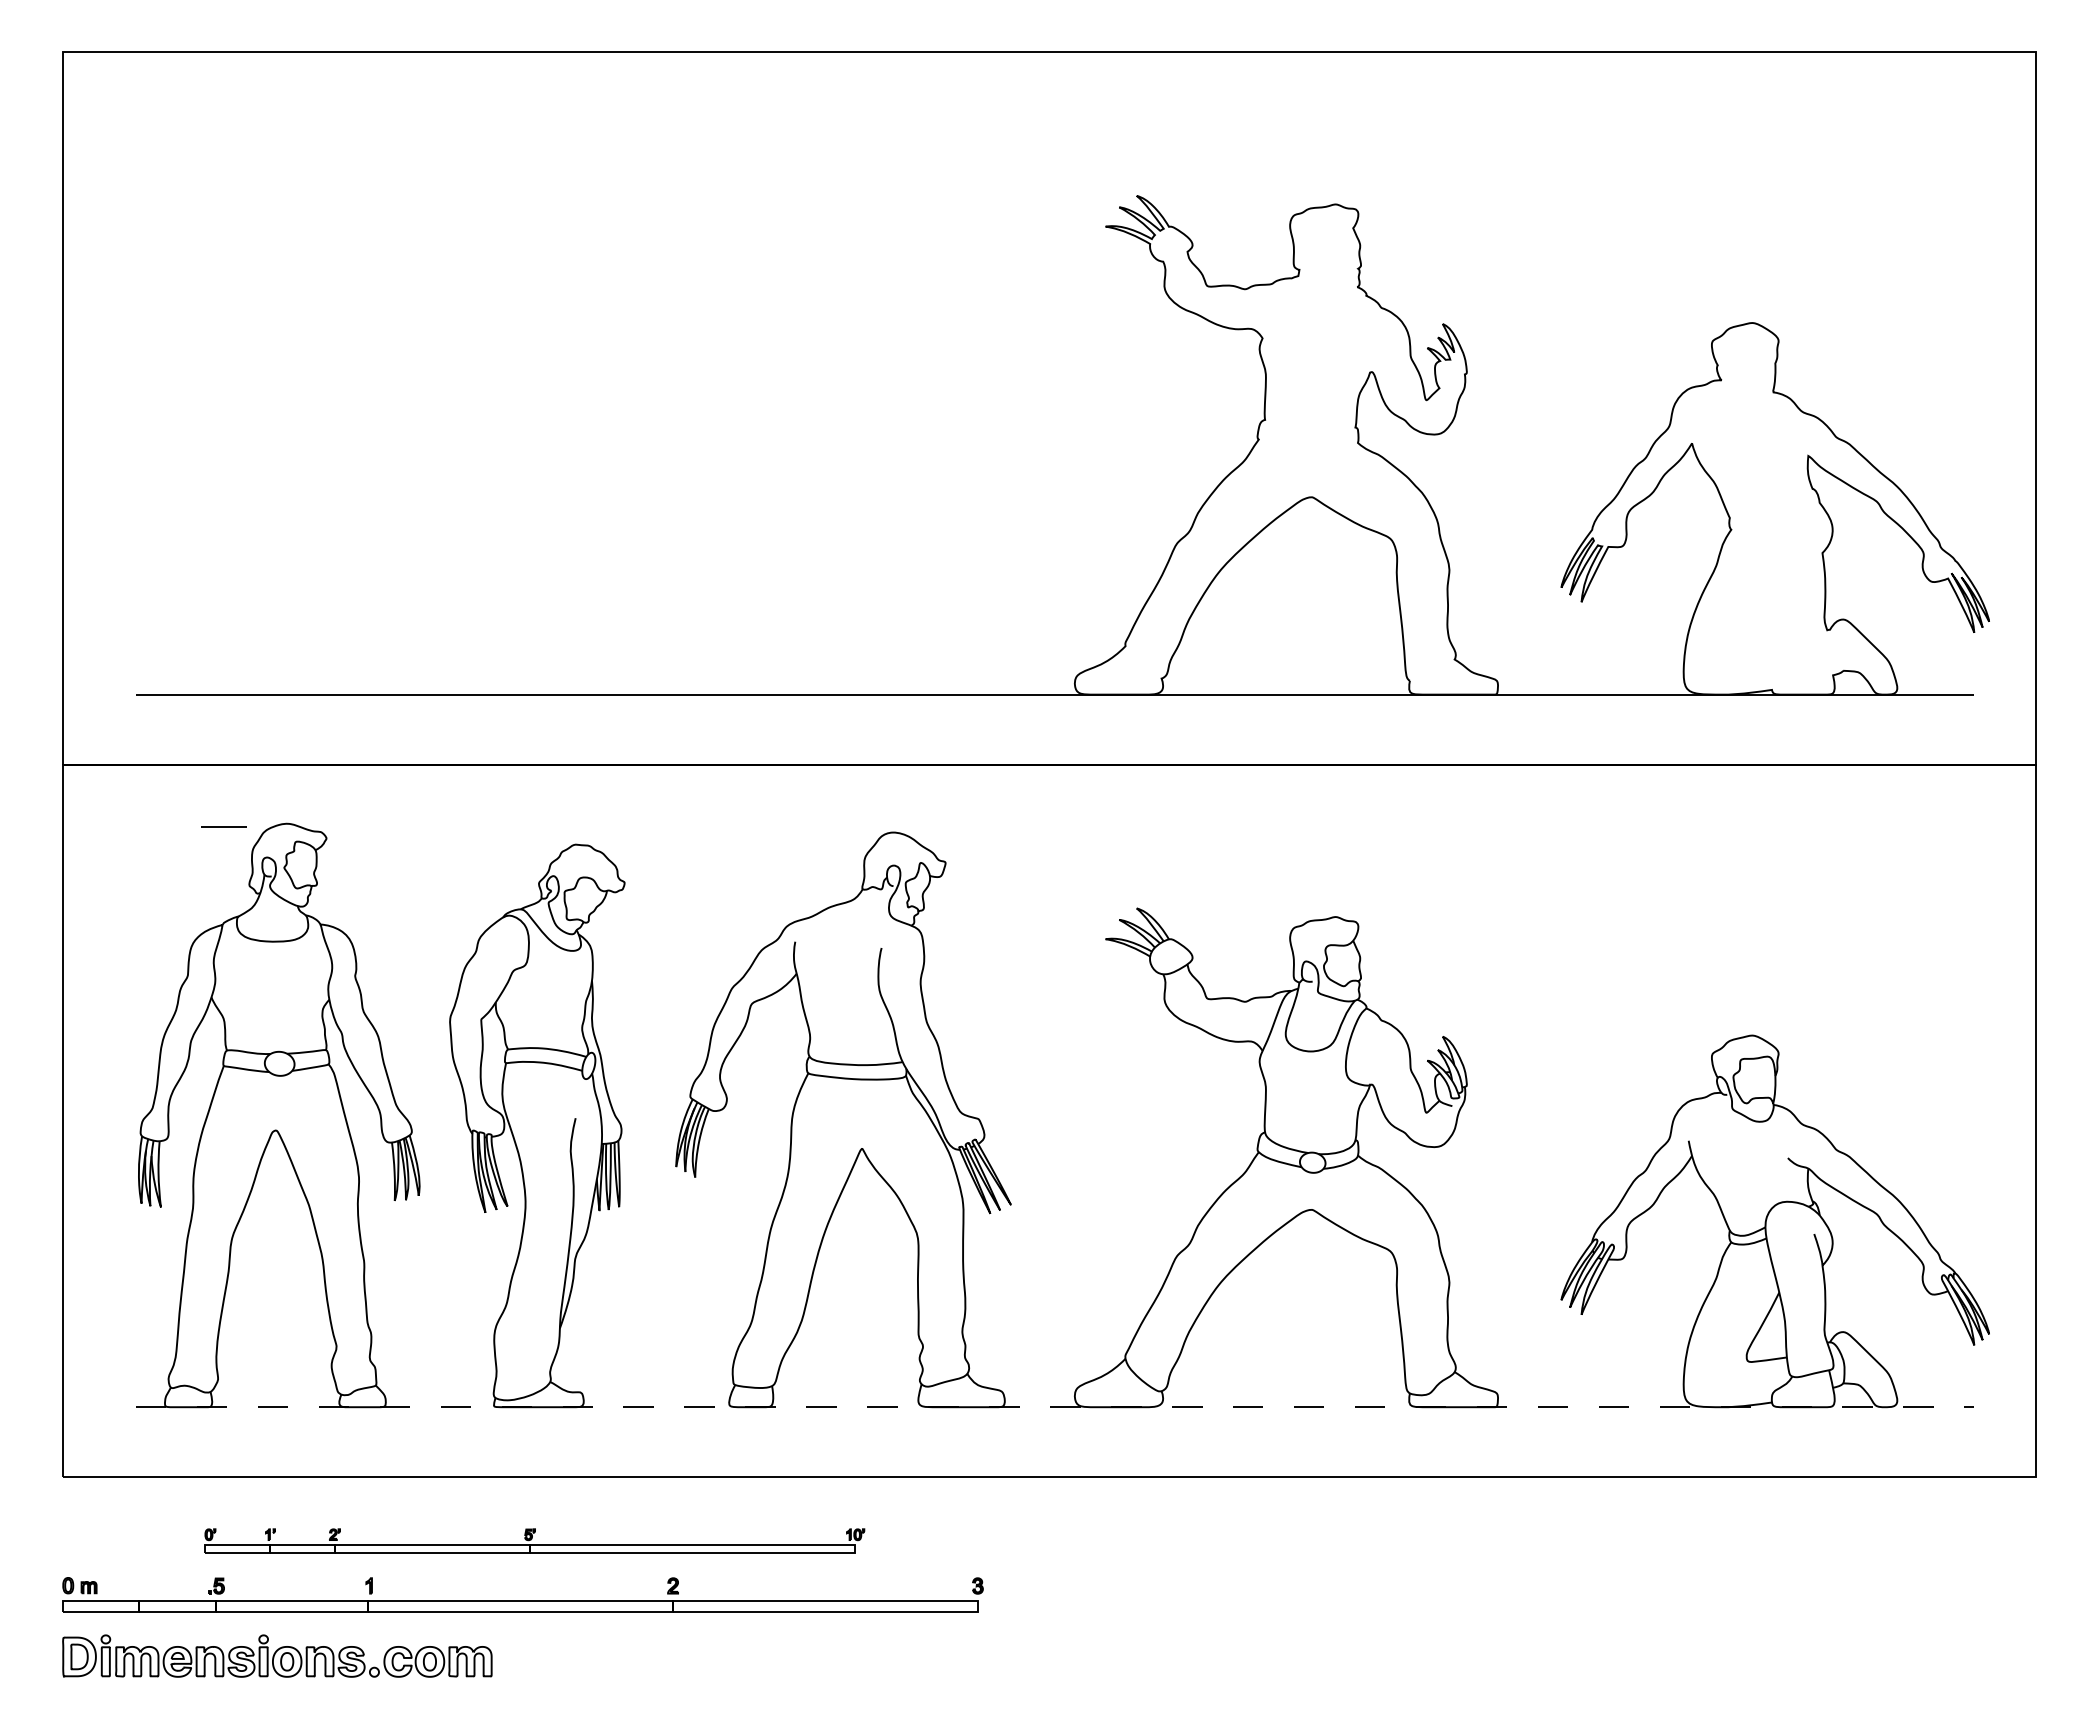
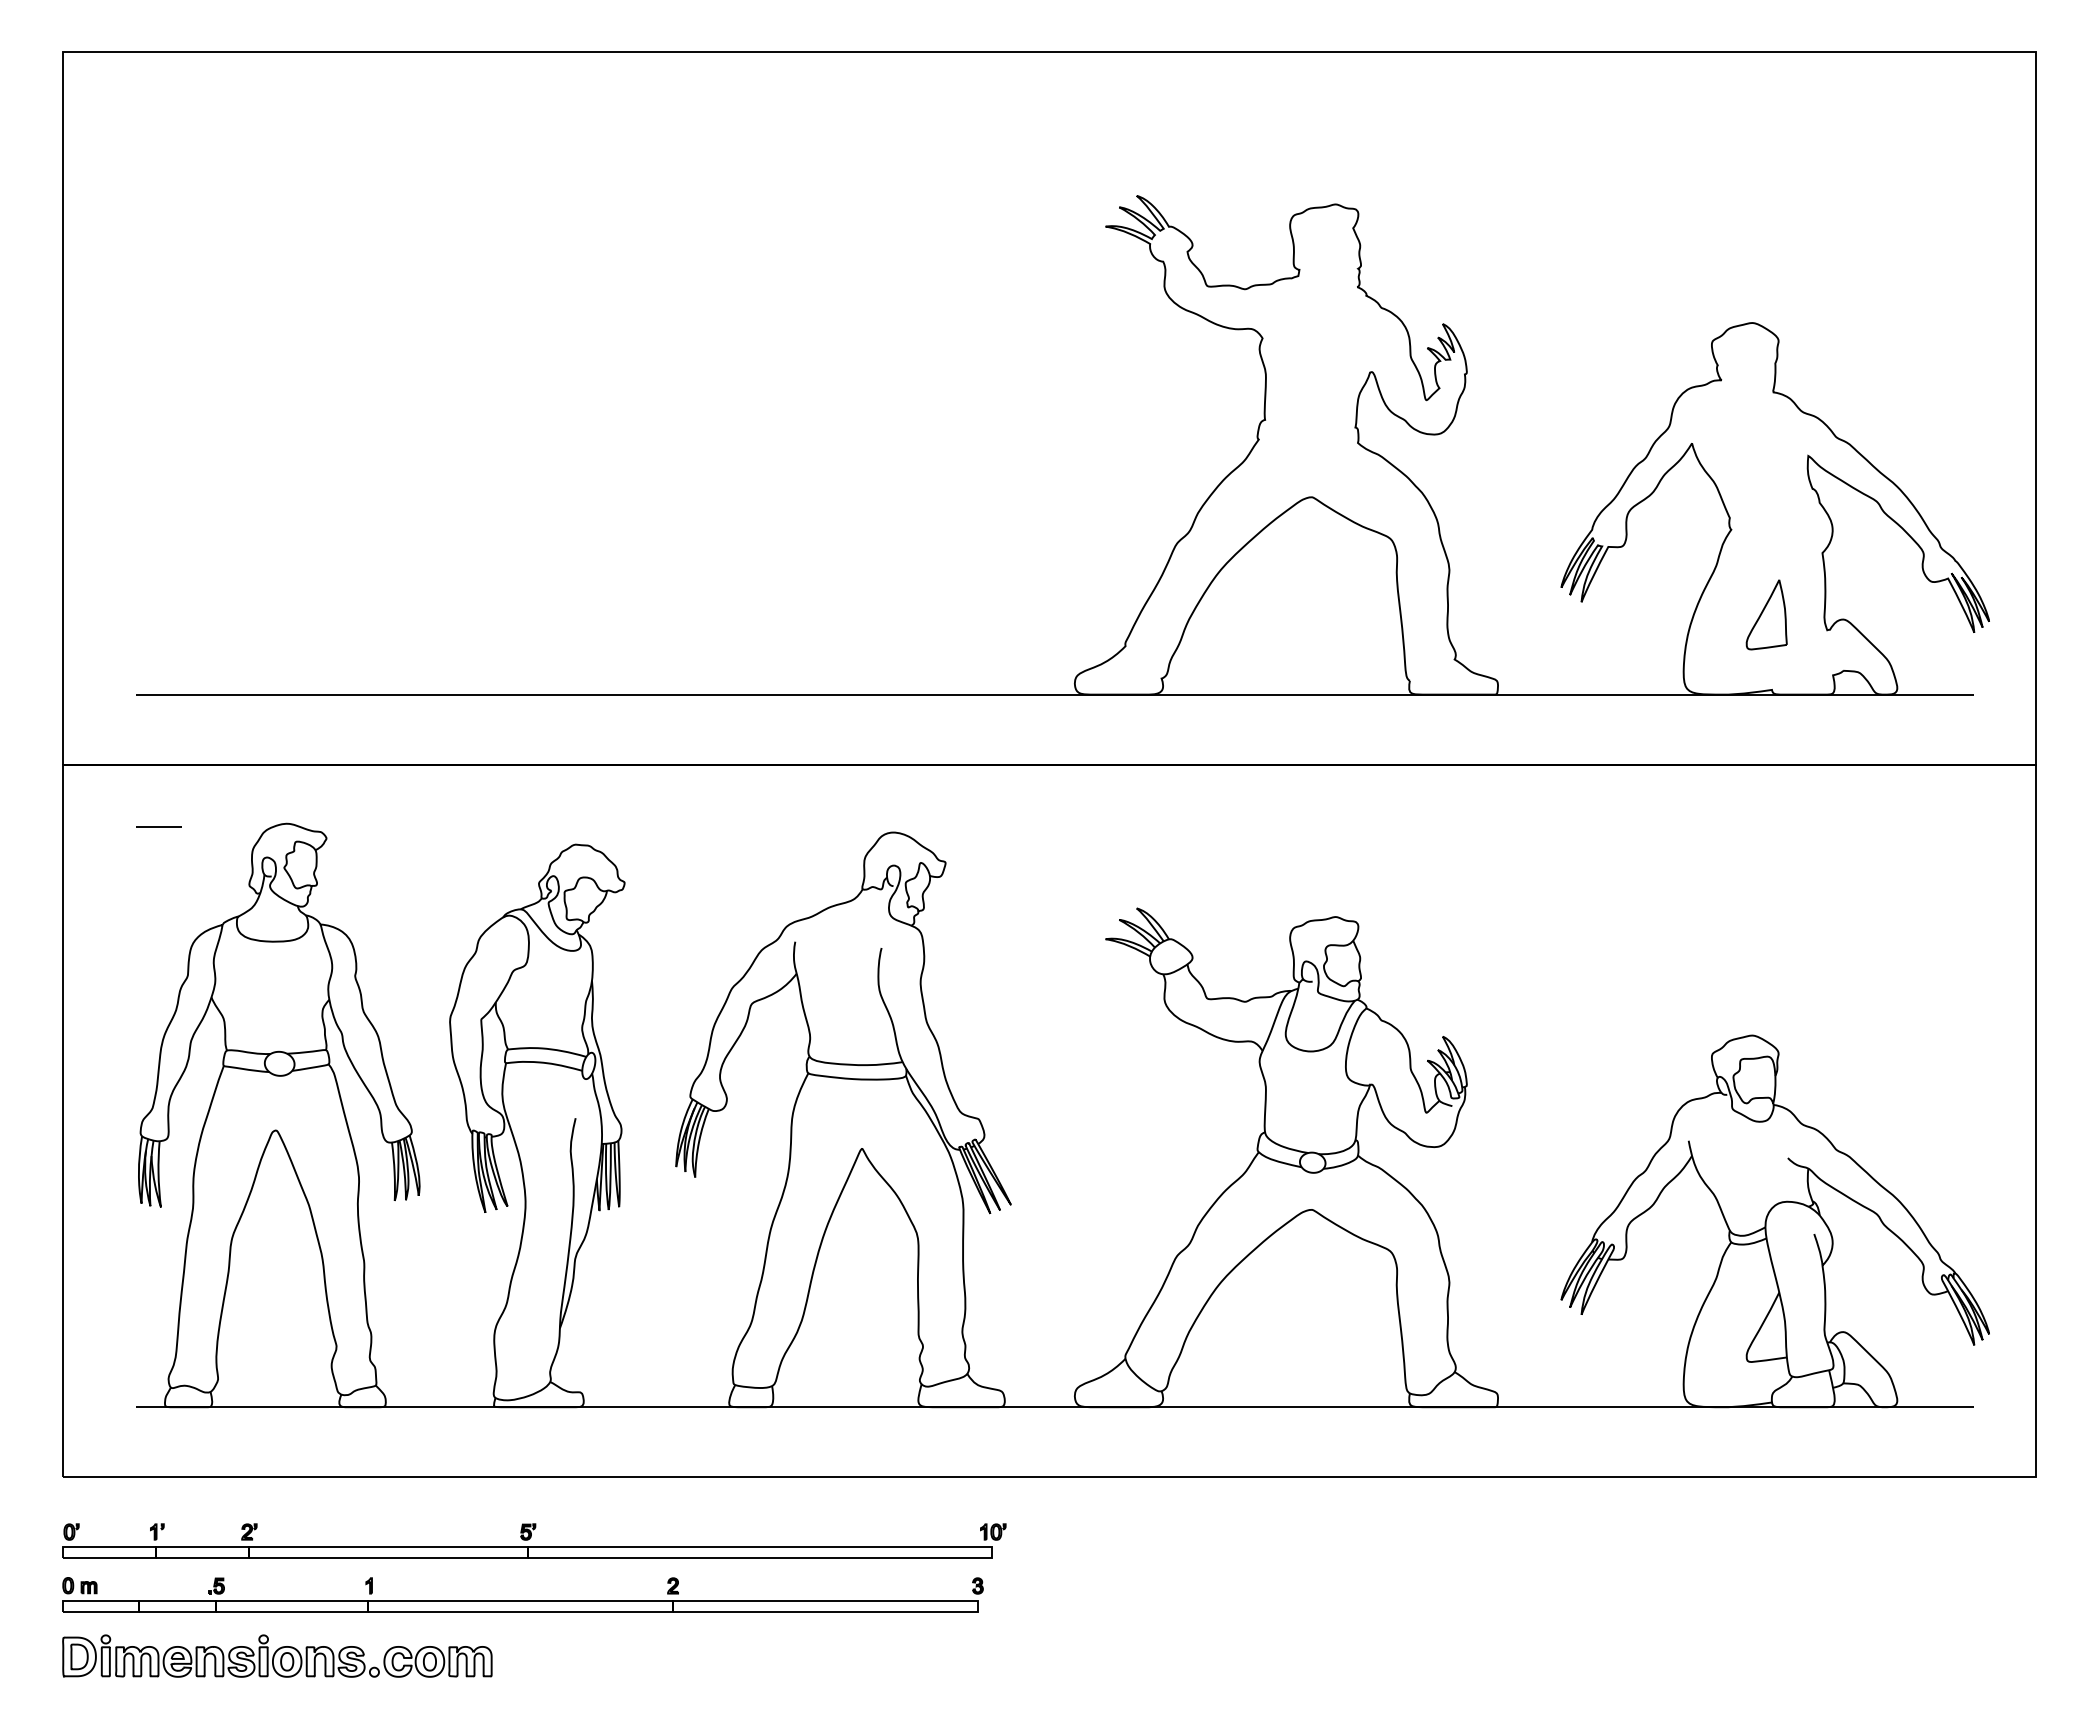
part at (1766, 614): none -> present
line at (223, 826) position: (223, 826) -> (158, 826)
line at (1055, 1407): dashed -> solid
part at (534, 1540) size: 662x26 px -> 945x36 px
